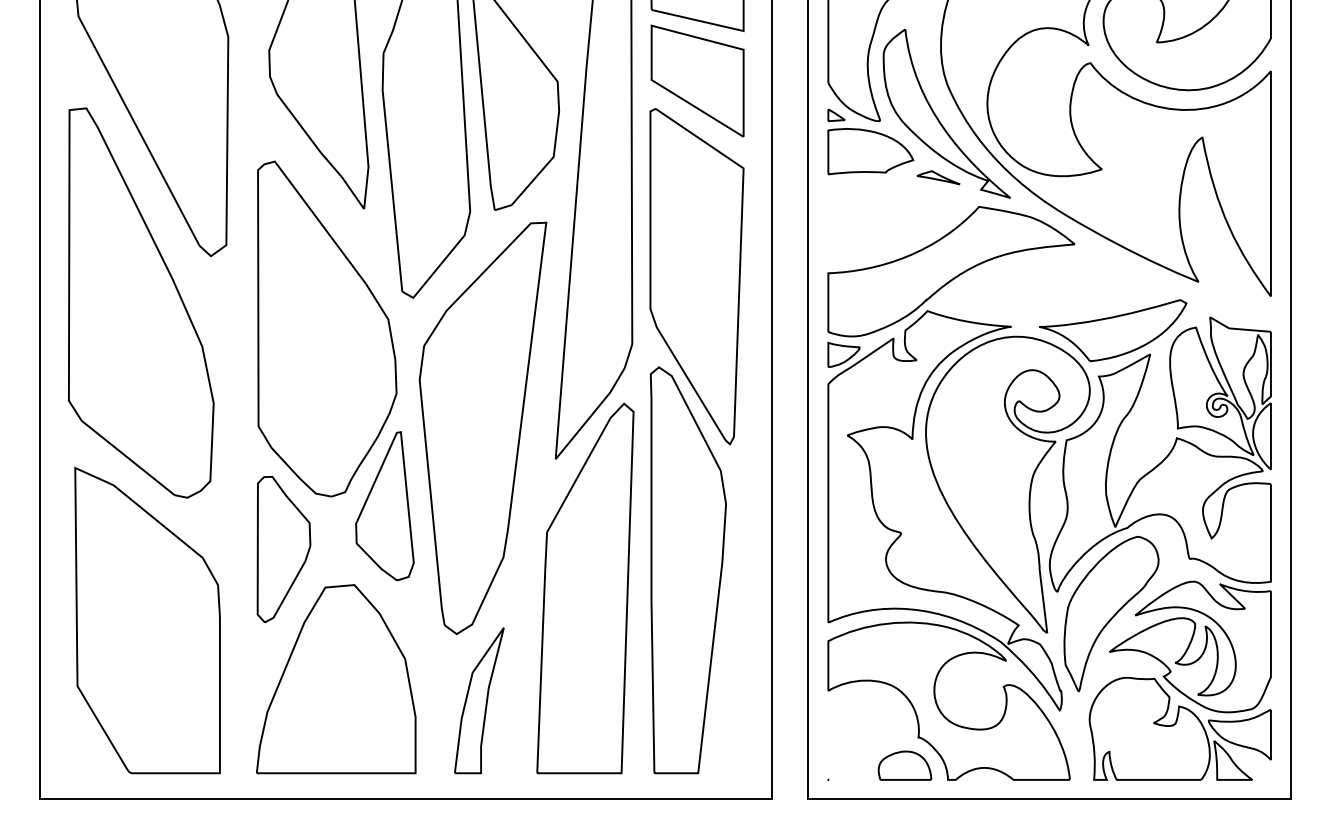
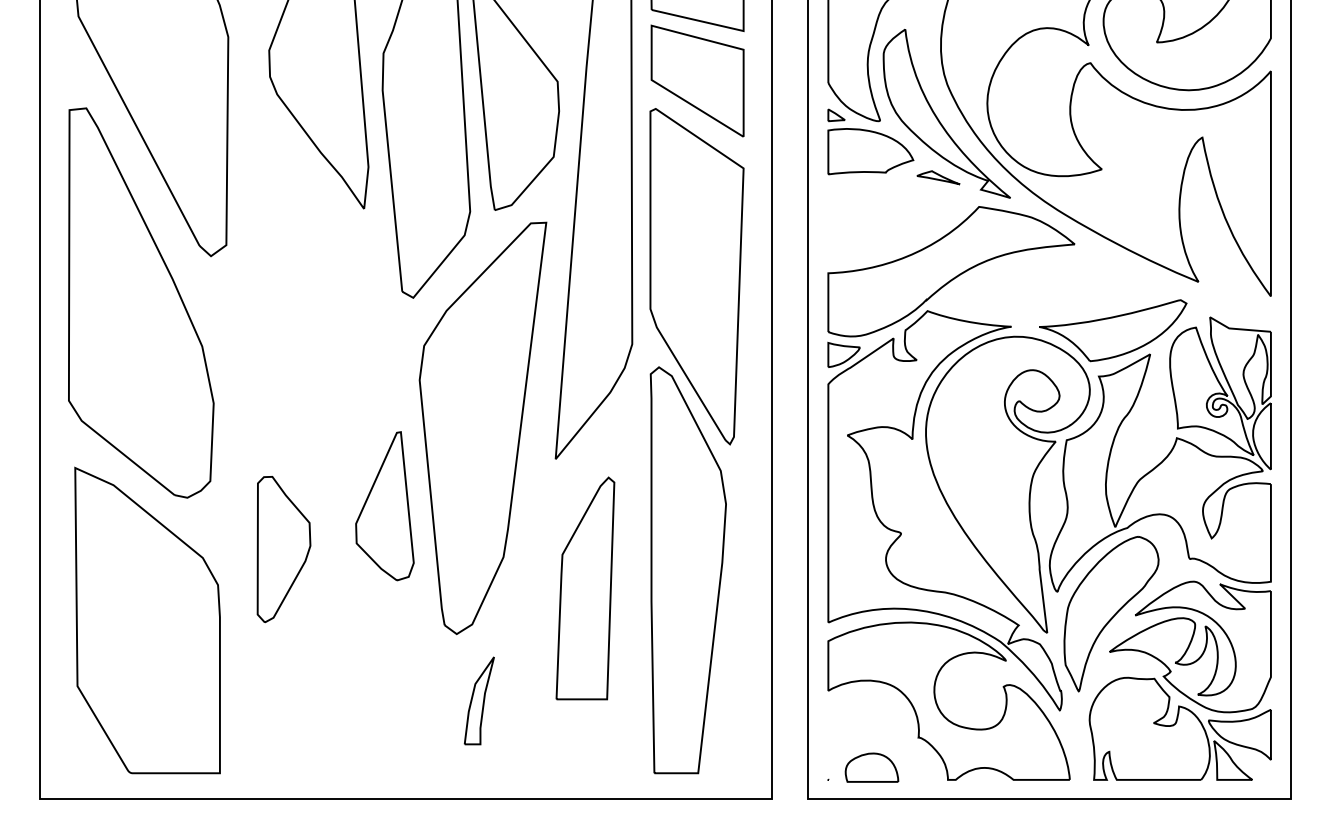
part at (327, 328): present -> none
part at (585, 588) size: 99x373 px -> 61x225 px
part at (336, 679): present -> none
part at (479, 700) size: 51x148 px -> 32x90 px
part at (904, 765) position: (904, 765) -> (871, 767)
